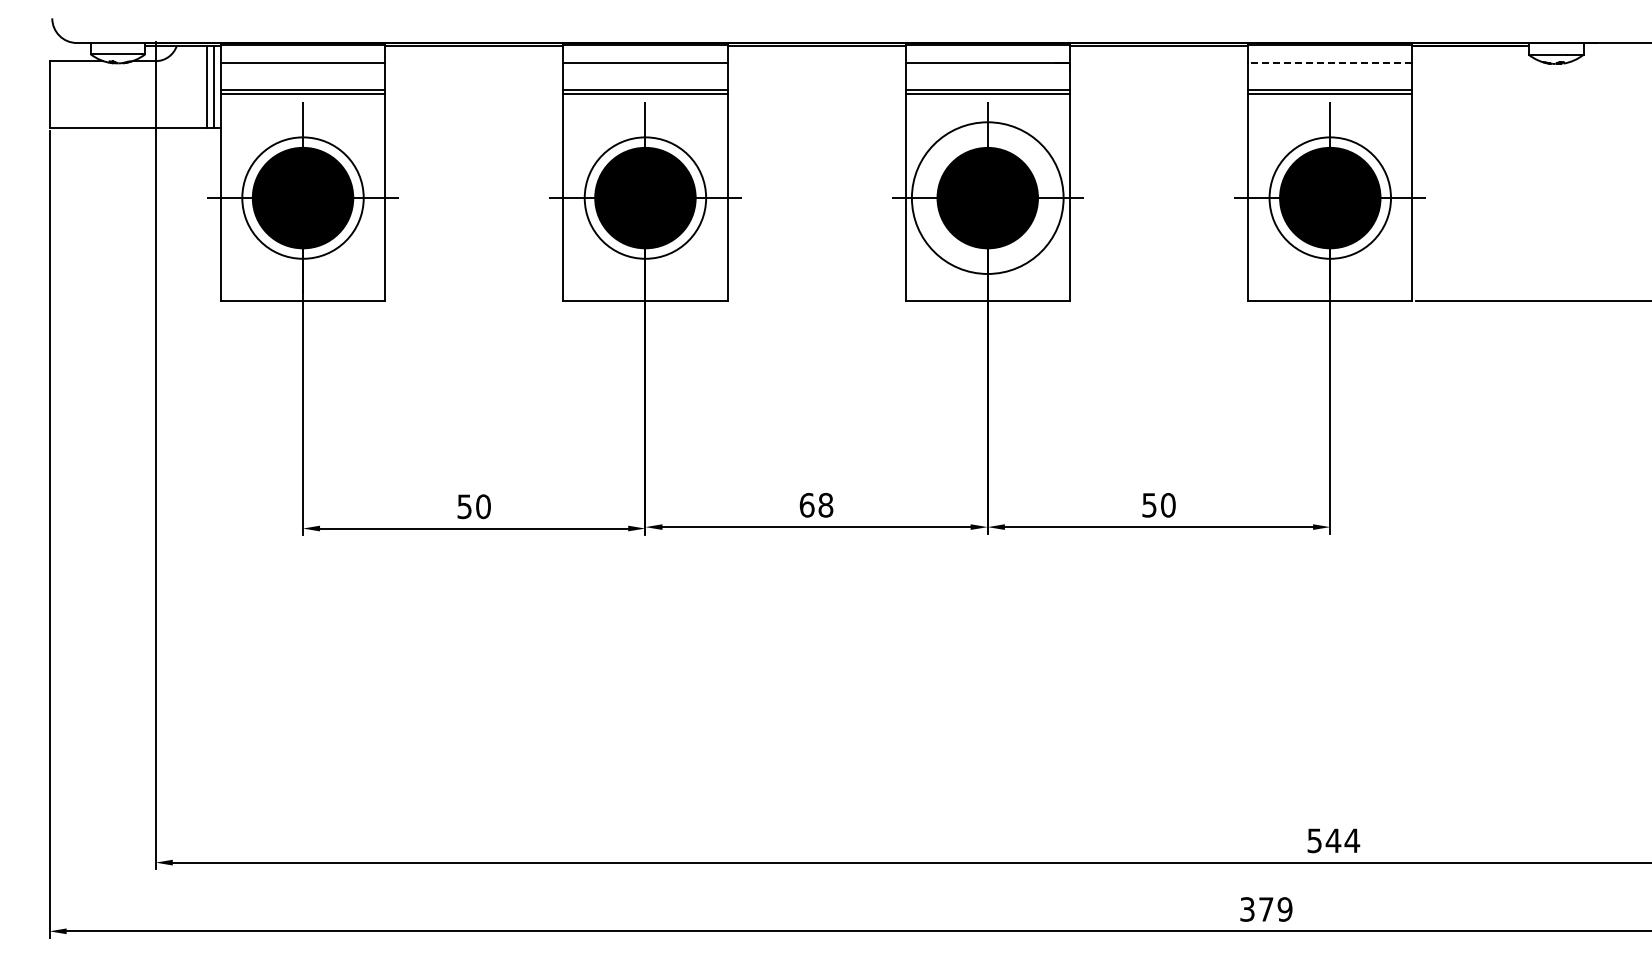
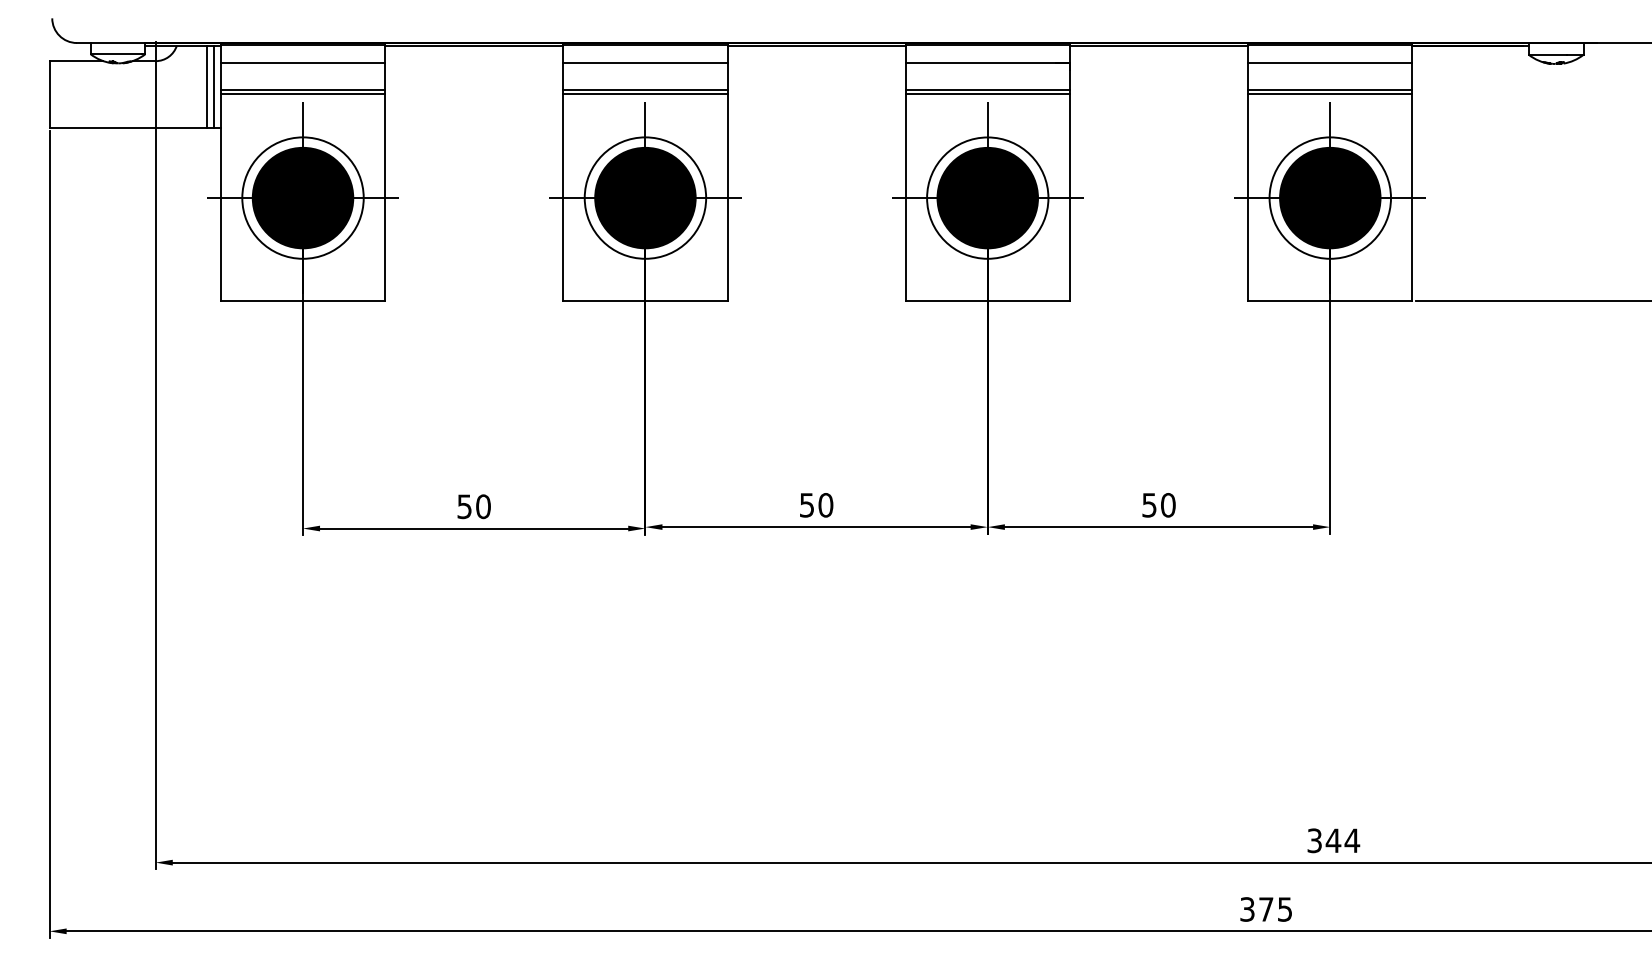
line at (1329, 63): dashed -> solid
circle at (987, 197) diameter: 152 px -> 121 px
text at (816, 505): 68 -> 50
text at (1314, 840): 544 -> 344
text at (1284, 909): 379 -> 375
